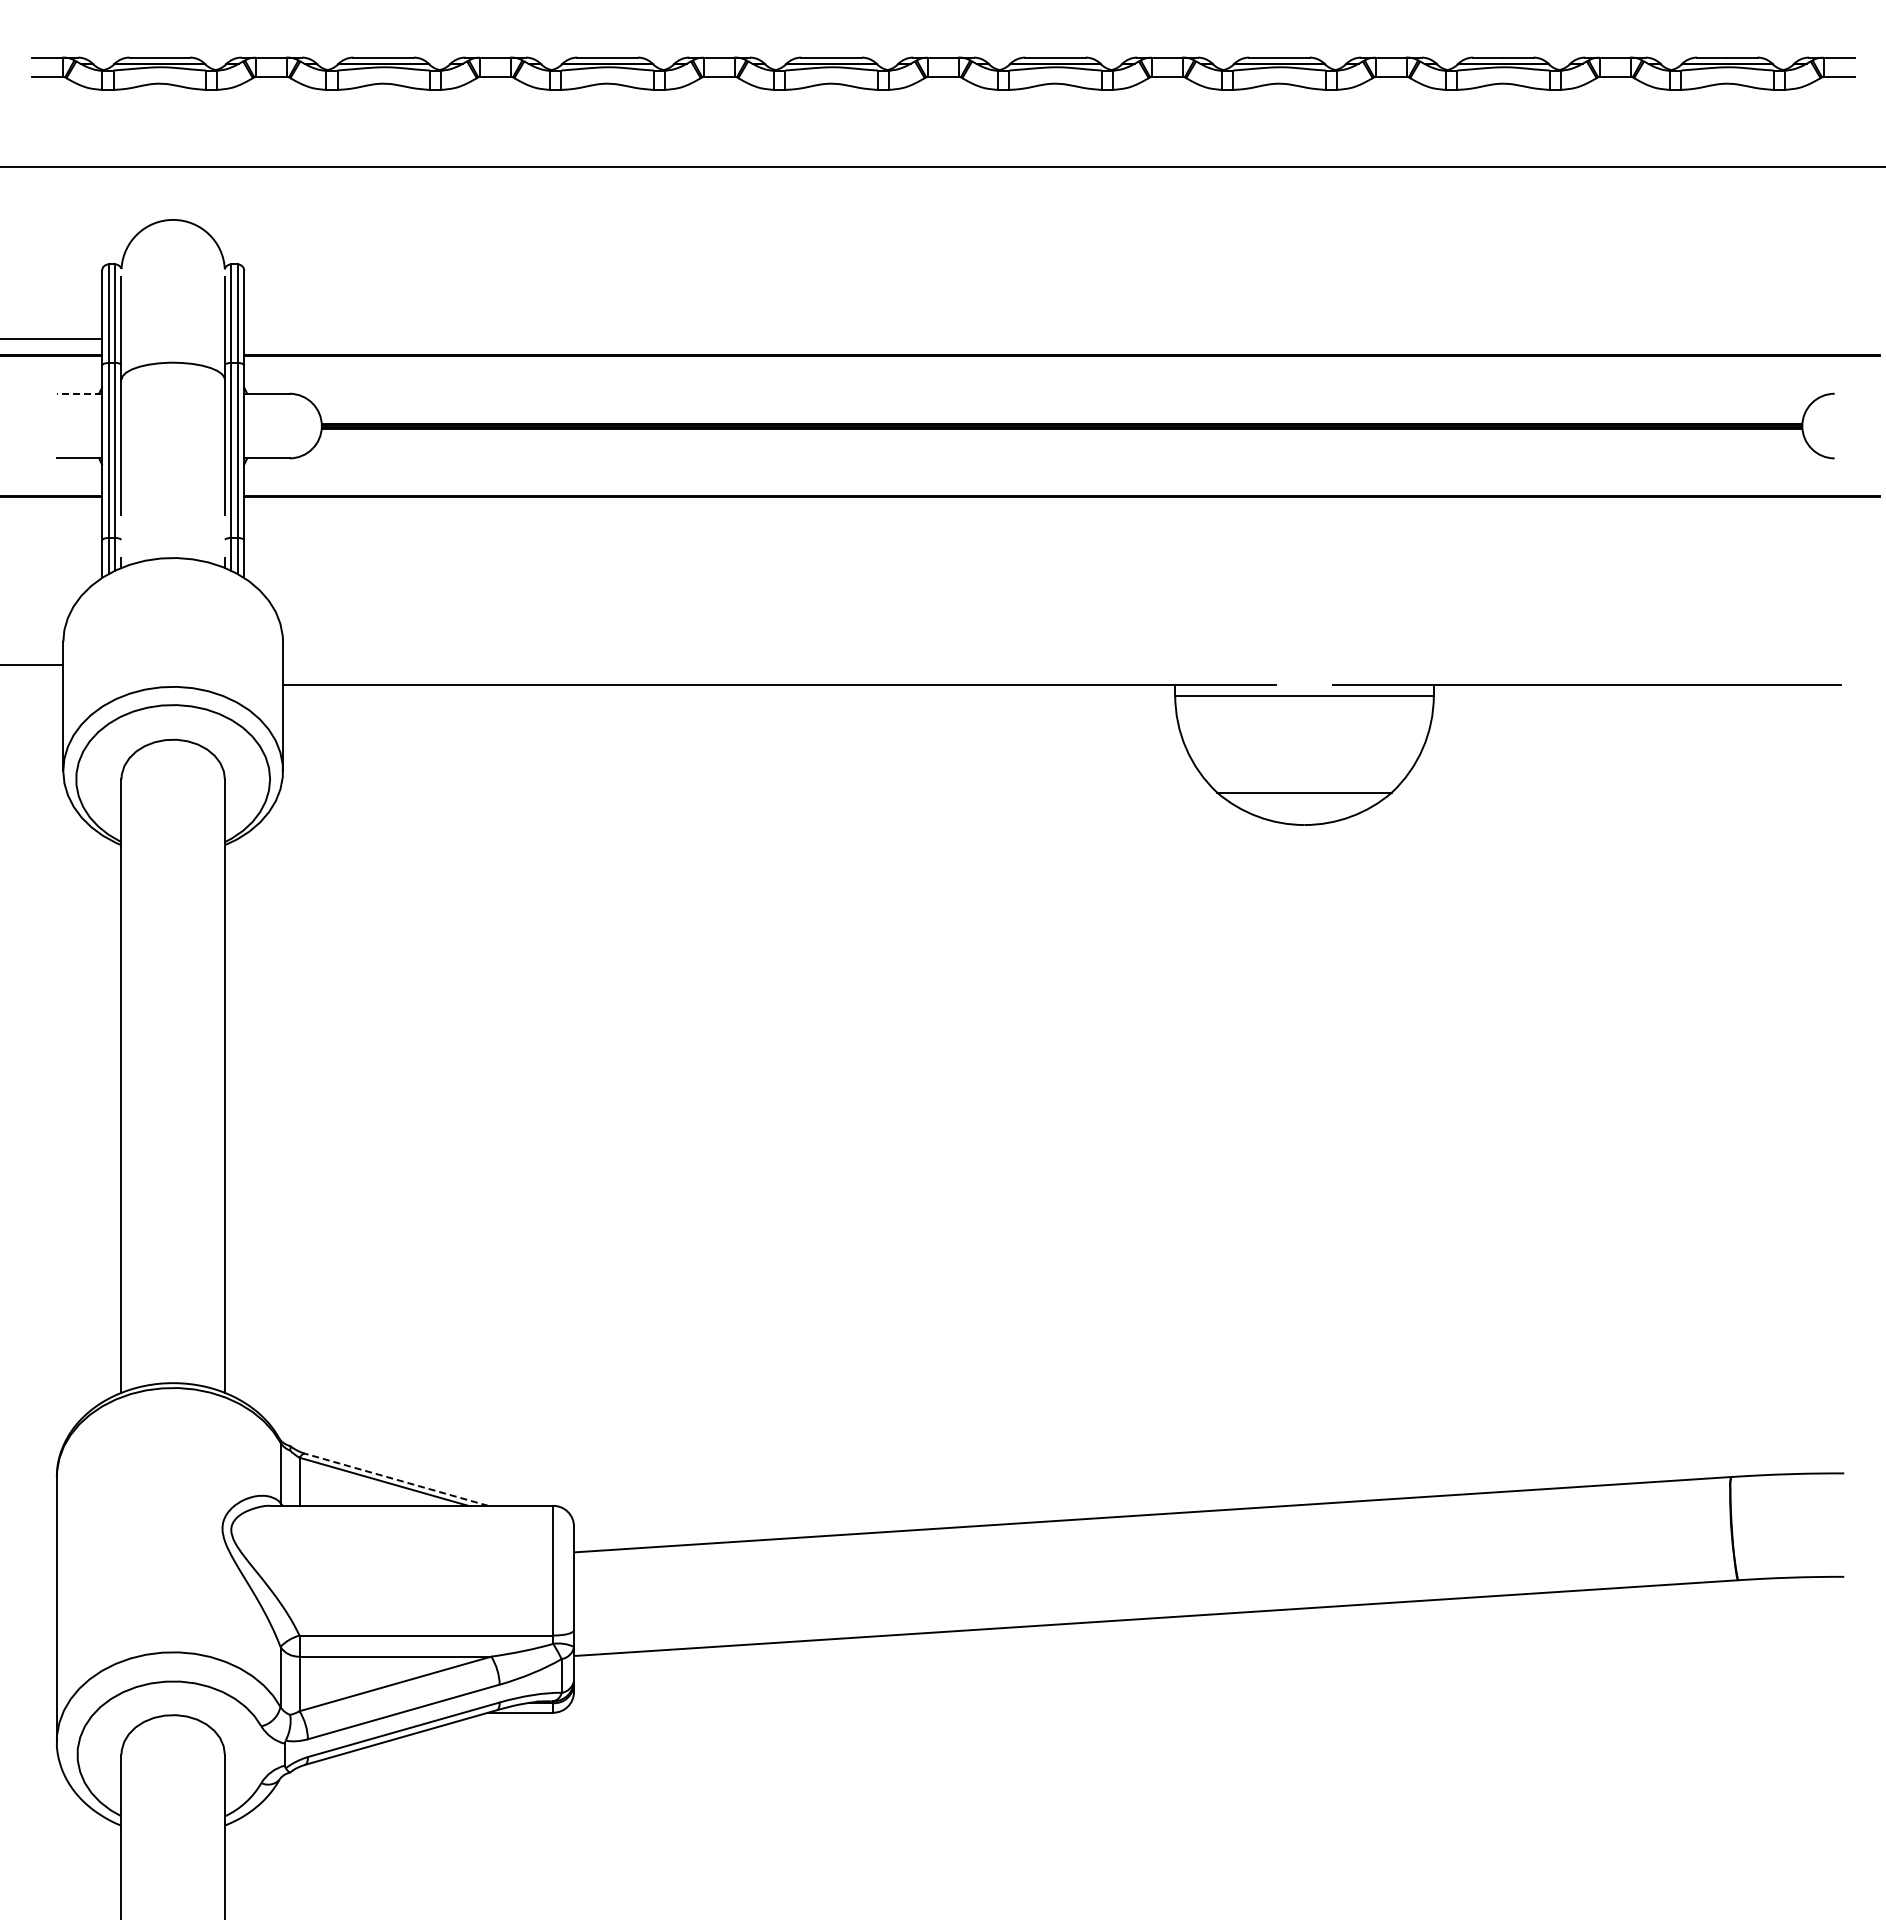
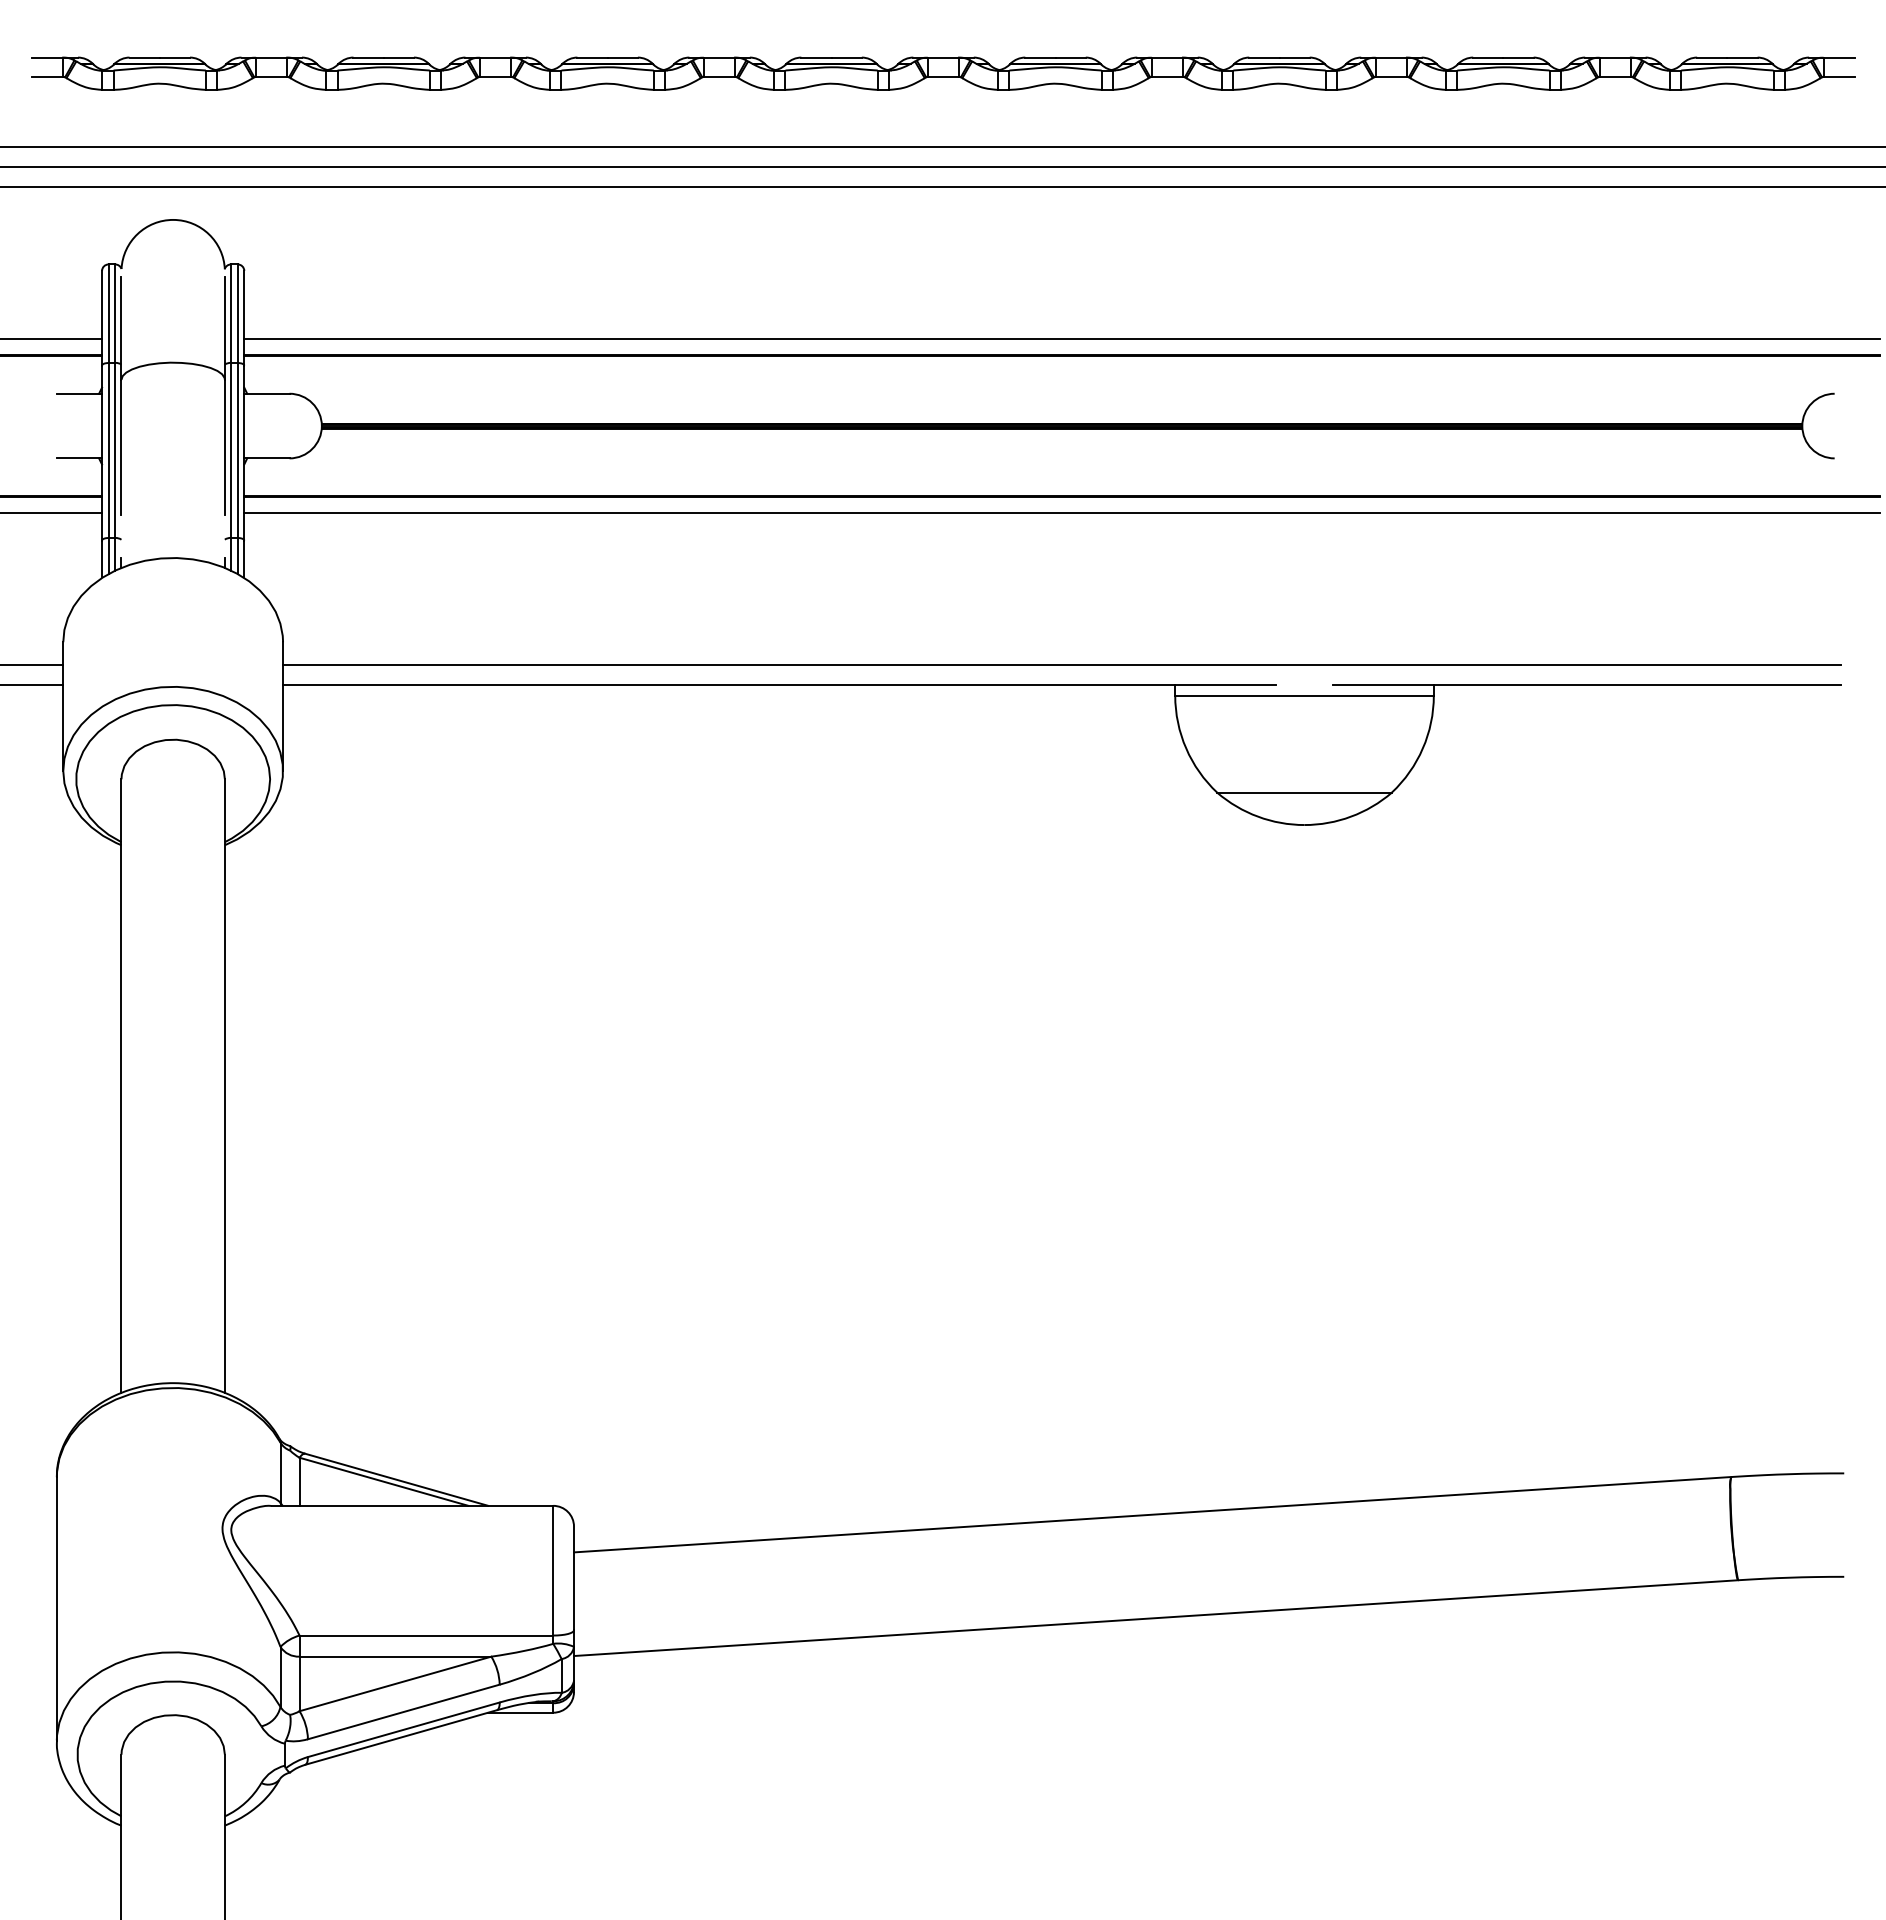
line at (942, 146): none -> present
line at (942, 186): none -> present
line at (1061, 338): none -> present
line at (79, 393): dashed -> solid
line at (52, 513): none -> present
line at (1061, 513): none -> present
line at (1062, 665): none -> present
line at (32, 684): none -> present
line at (396, 1479): dashed -> solid
